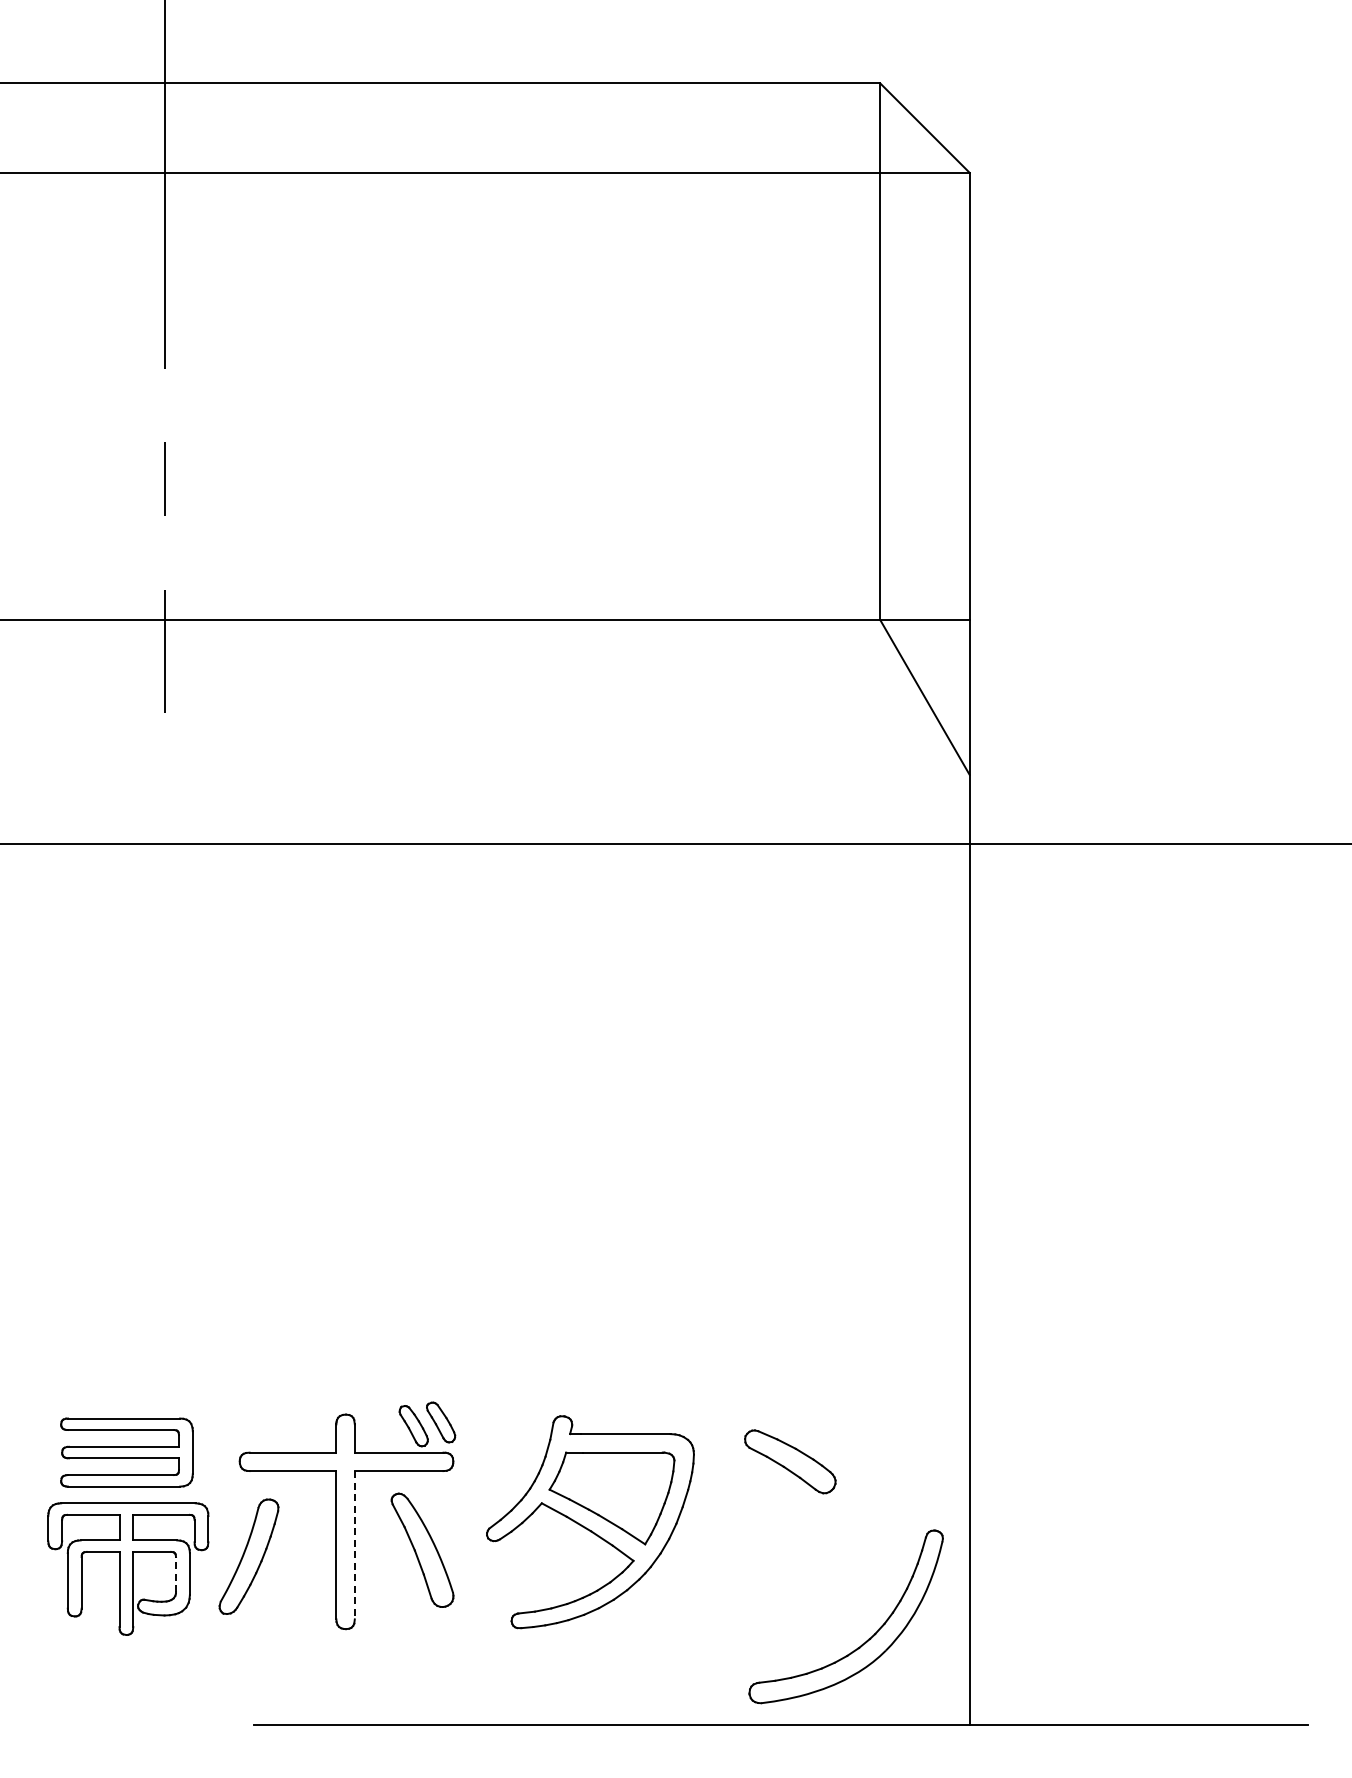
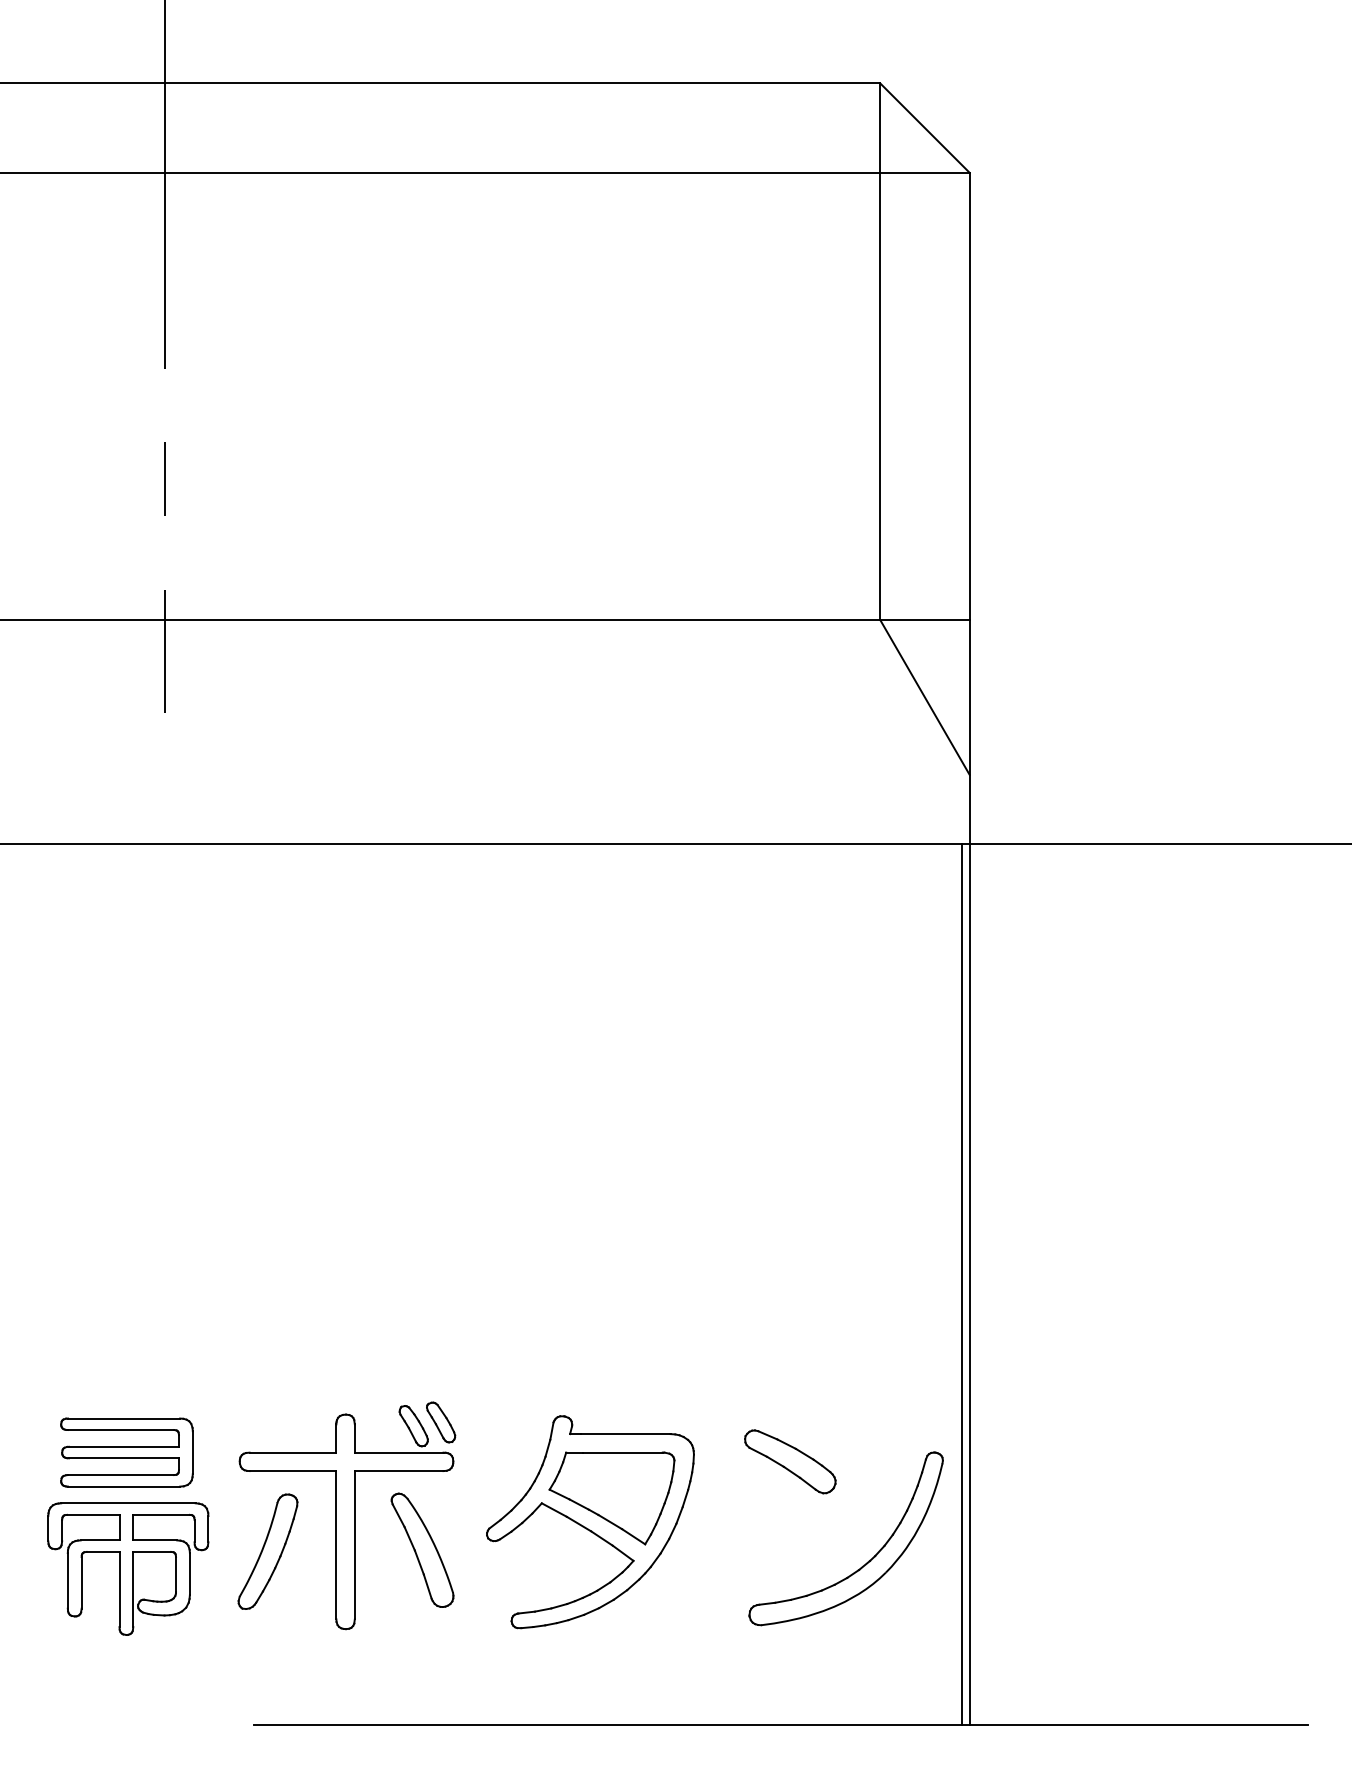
line at (961, 1283): none -> present
line at (354, 1545): dashed -> solid
part at (248, 1556) position: (248, 1556) -> (267, 1551)
line at (176, 1574): dashed -> solid
part at (868, 1638) position: (868, 1638) -> (868, 1560)
